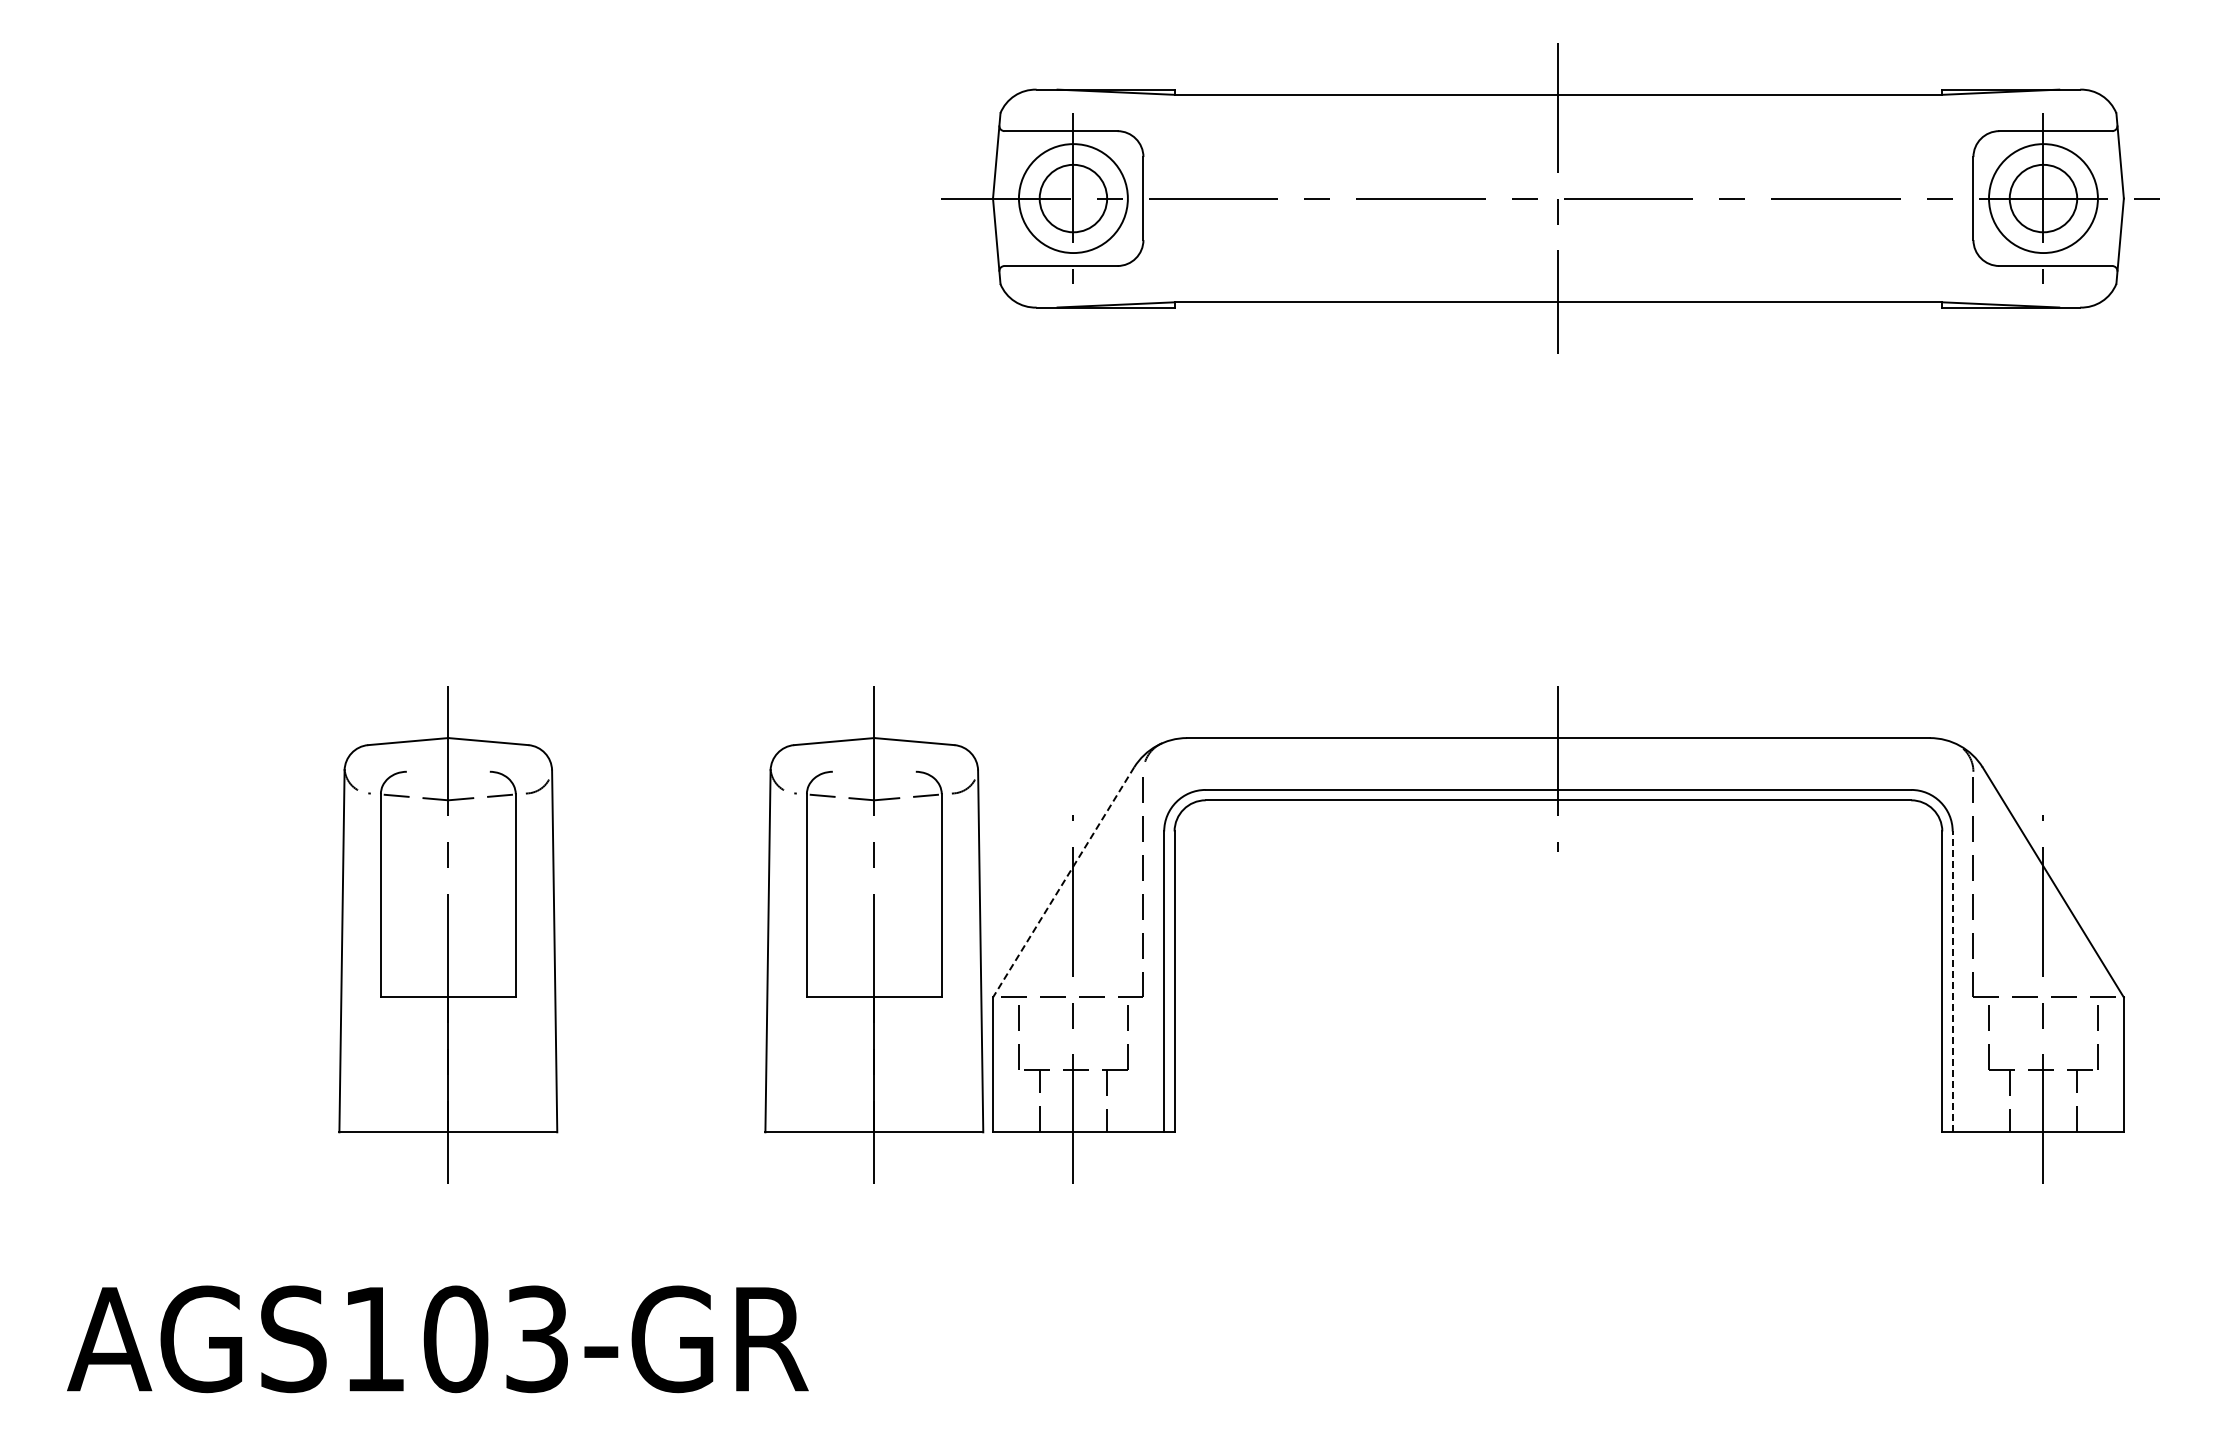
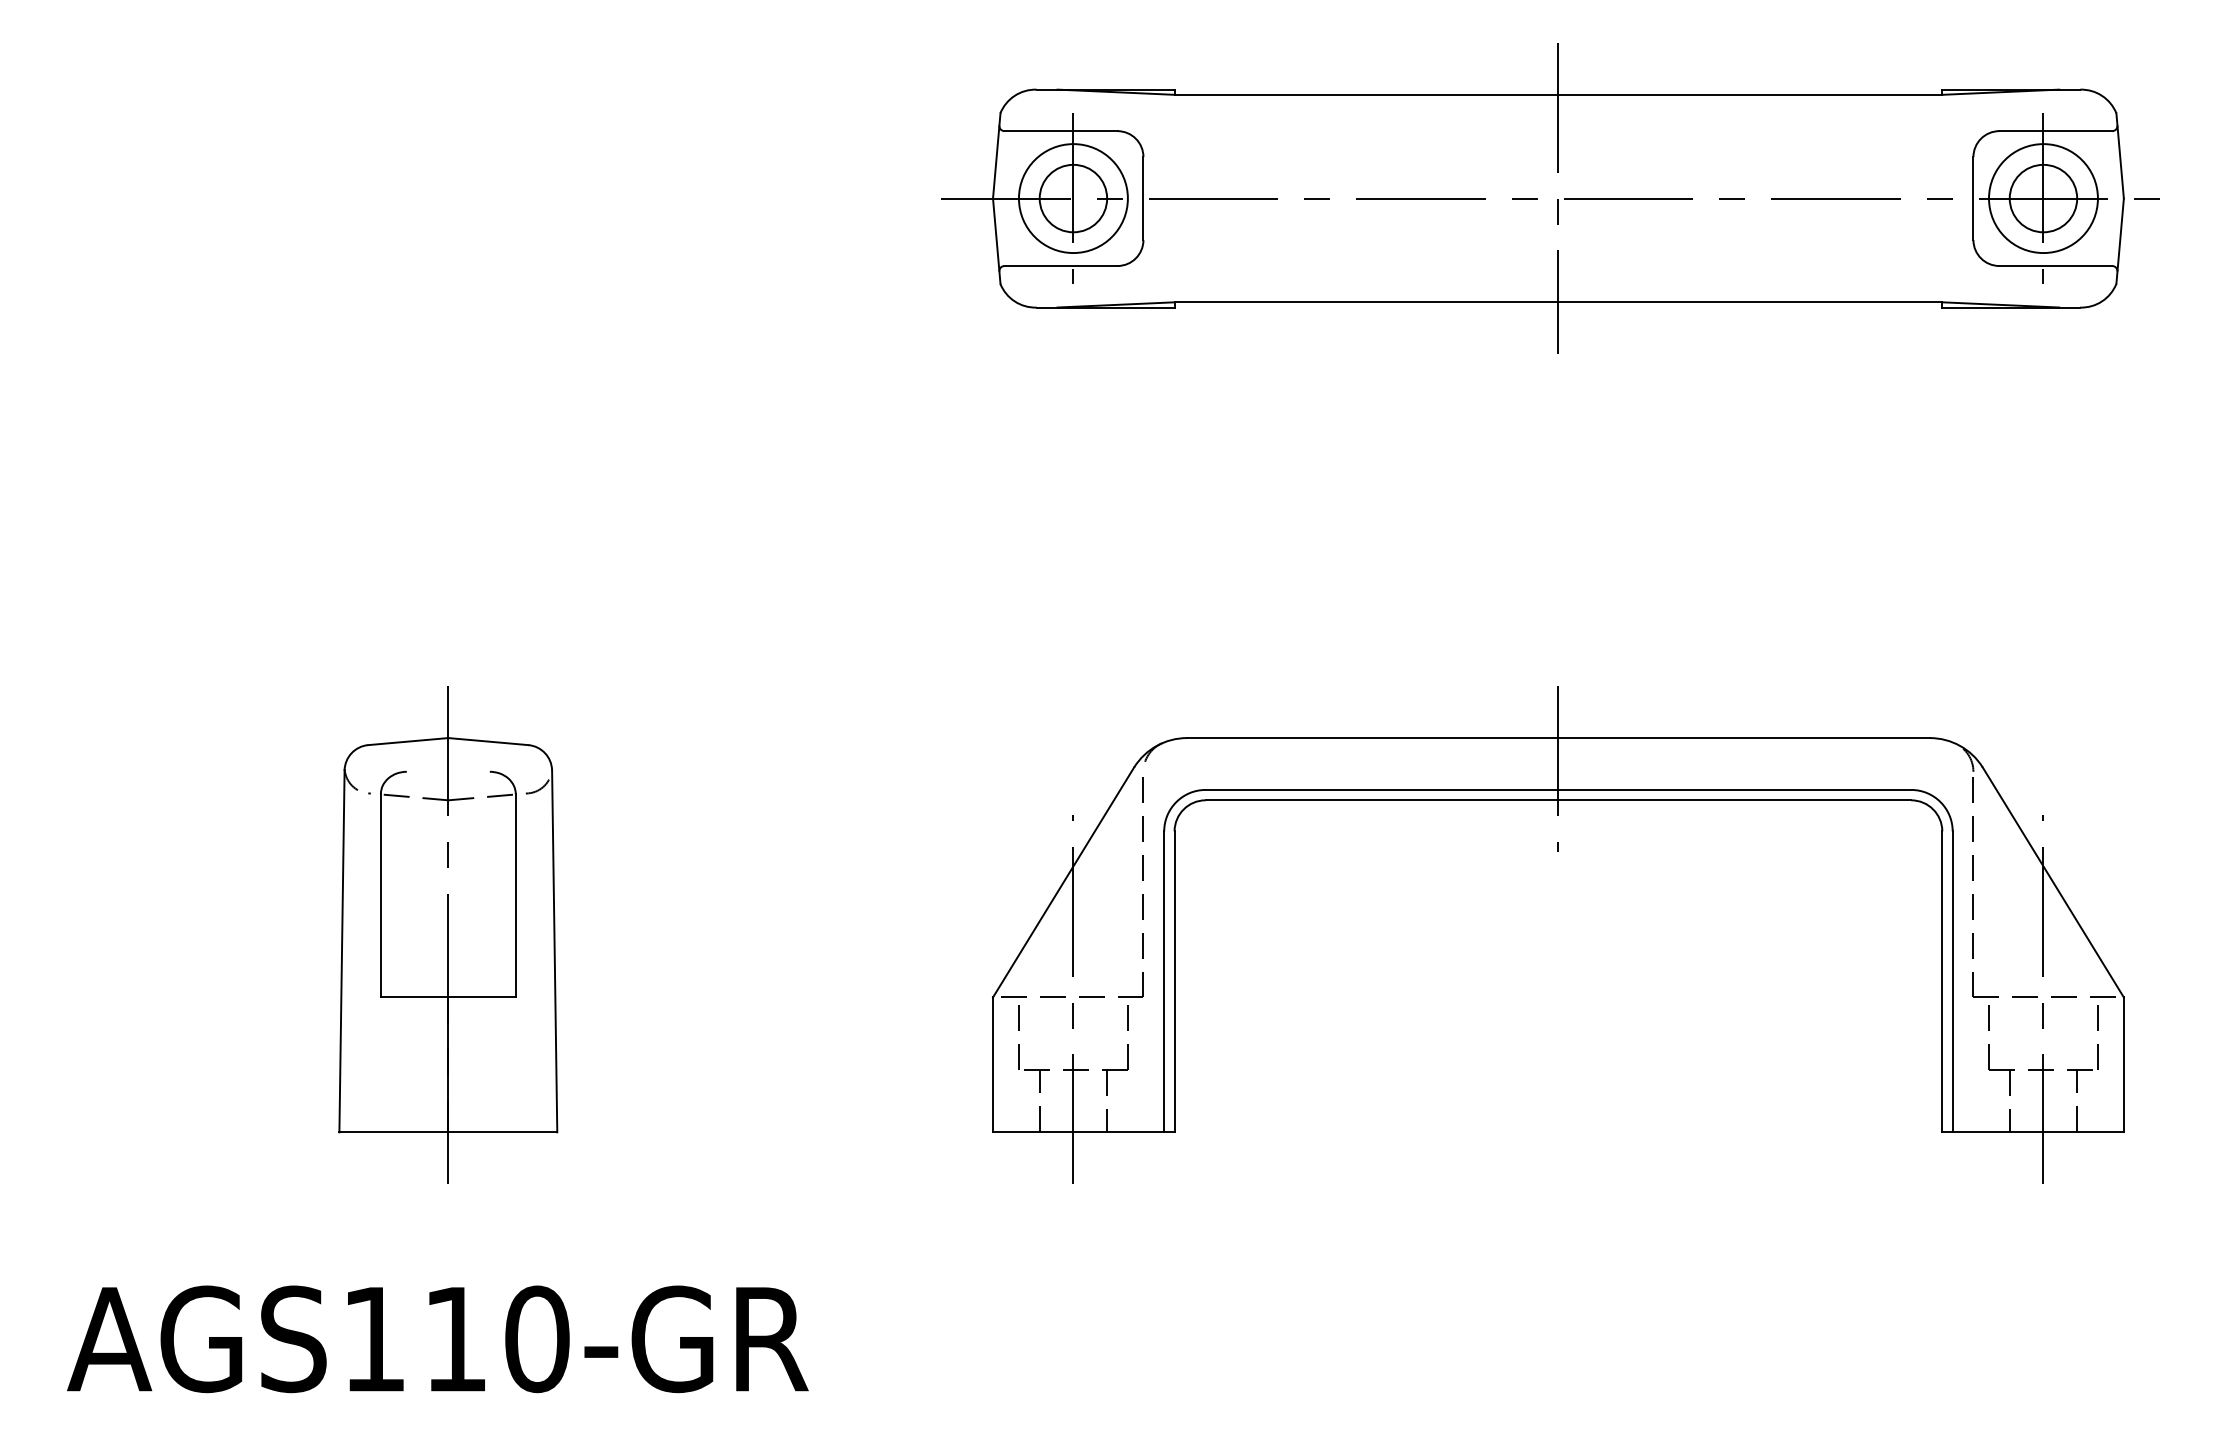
line at (1063, 882): dashed -> solid
part at (874, 934): present -> none
line at (1952, 981): dashed -> solid
text at (496, 1339): AGS103-GR -> AGS110-GR
